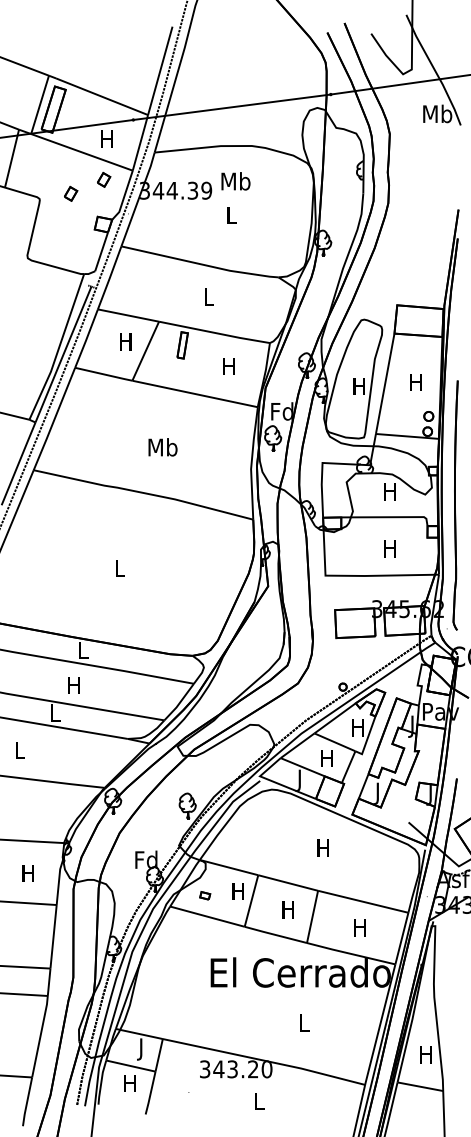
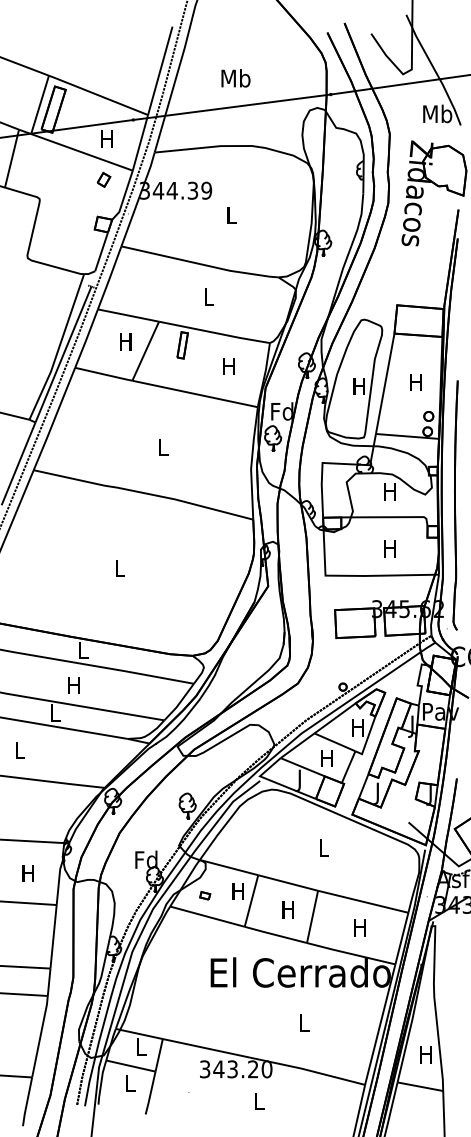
text at (235, 181) position: (235, 181) -> (235, 78)
part at (438, 187): none -> present
part at (71, 193): present -> none
text at (162, 447): Mb -> L
text at (322, 847): H -> L
text at (141, 1049): J -> L
text at (129, 1083): H -> L
